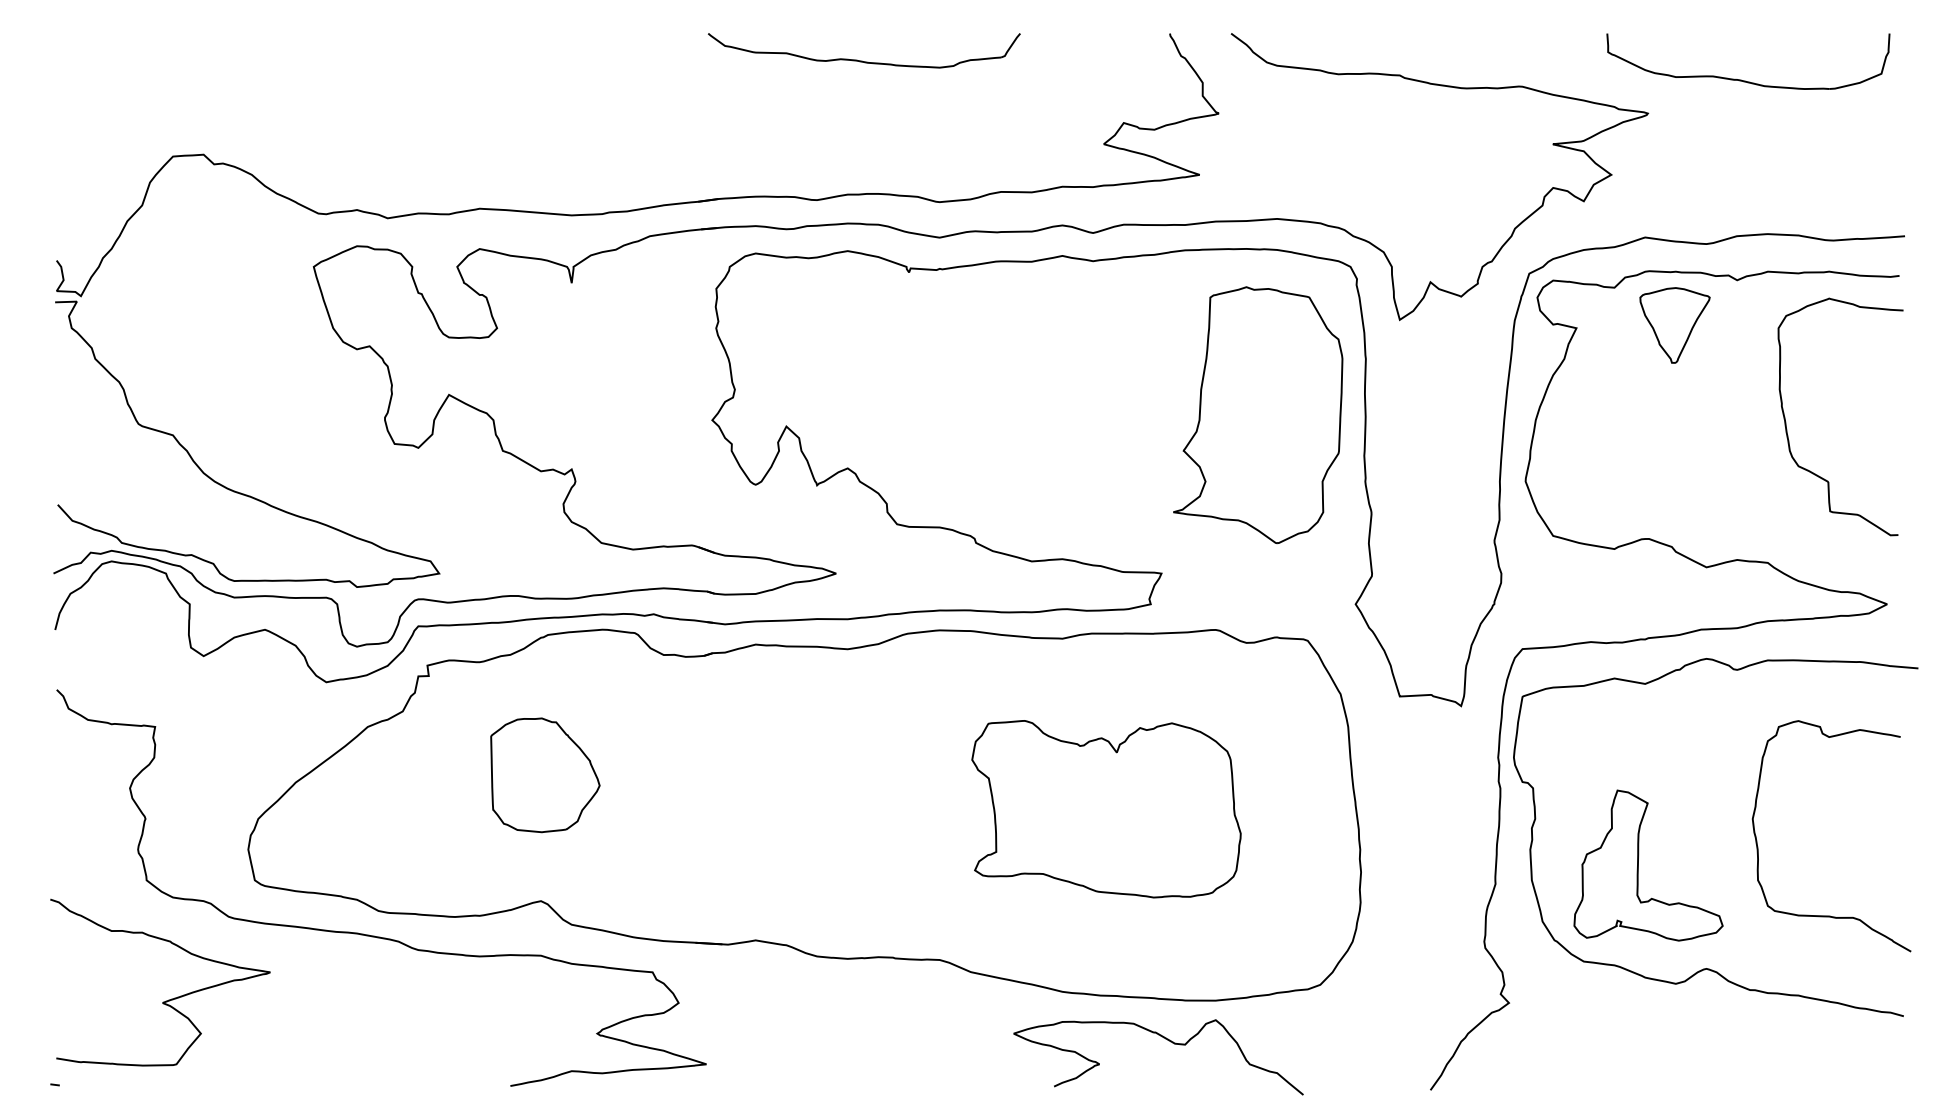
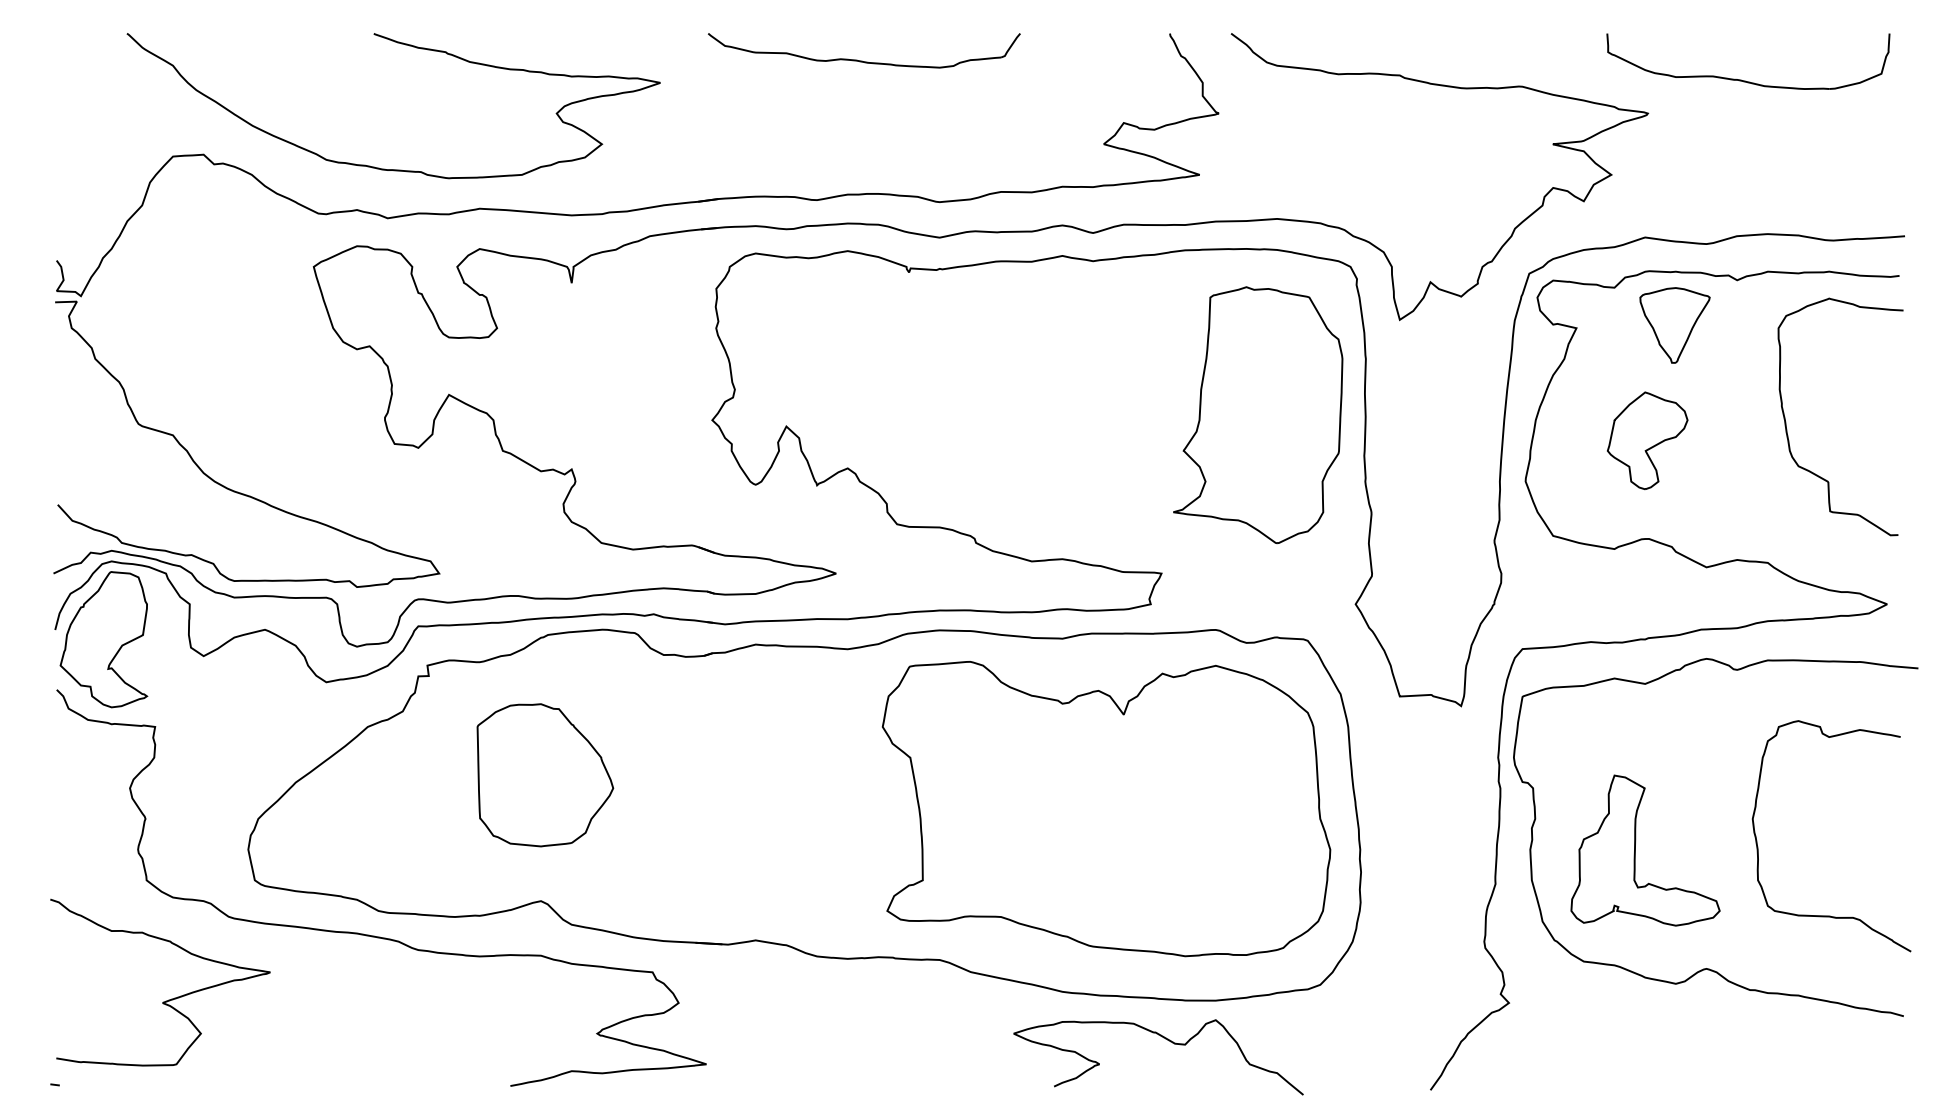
curve at (409, 46): none -> present
part at (1647, 440): none -> present
part at (103, 639): none -> present
part at (545, 775) size: 111x117 px -> 139x145 px
part at (1106, 809) size: 271x179 px -> 451x297 px
part at (1638, 865) position: (1638, 865) -> (1635, 850)
